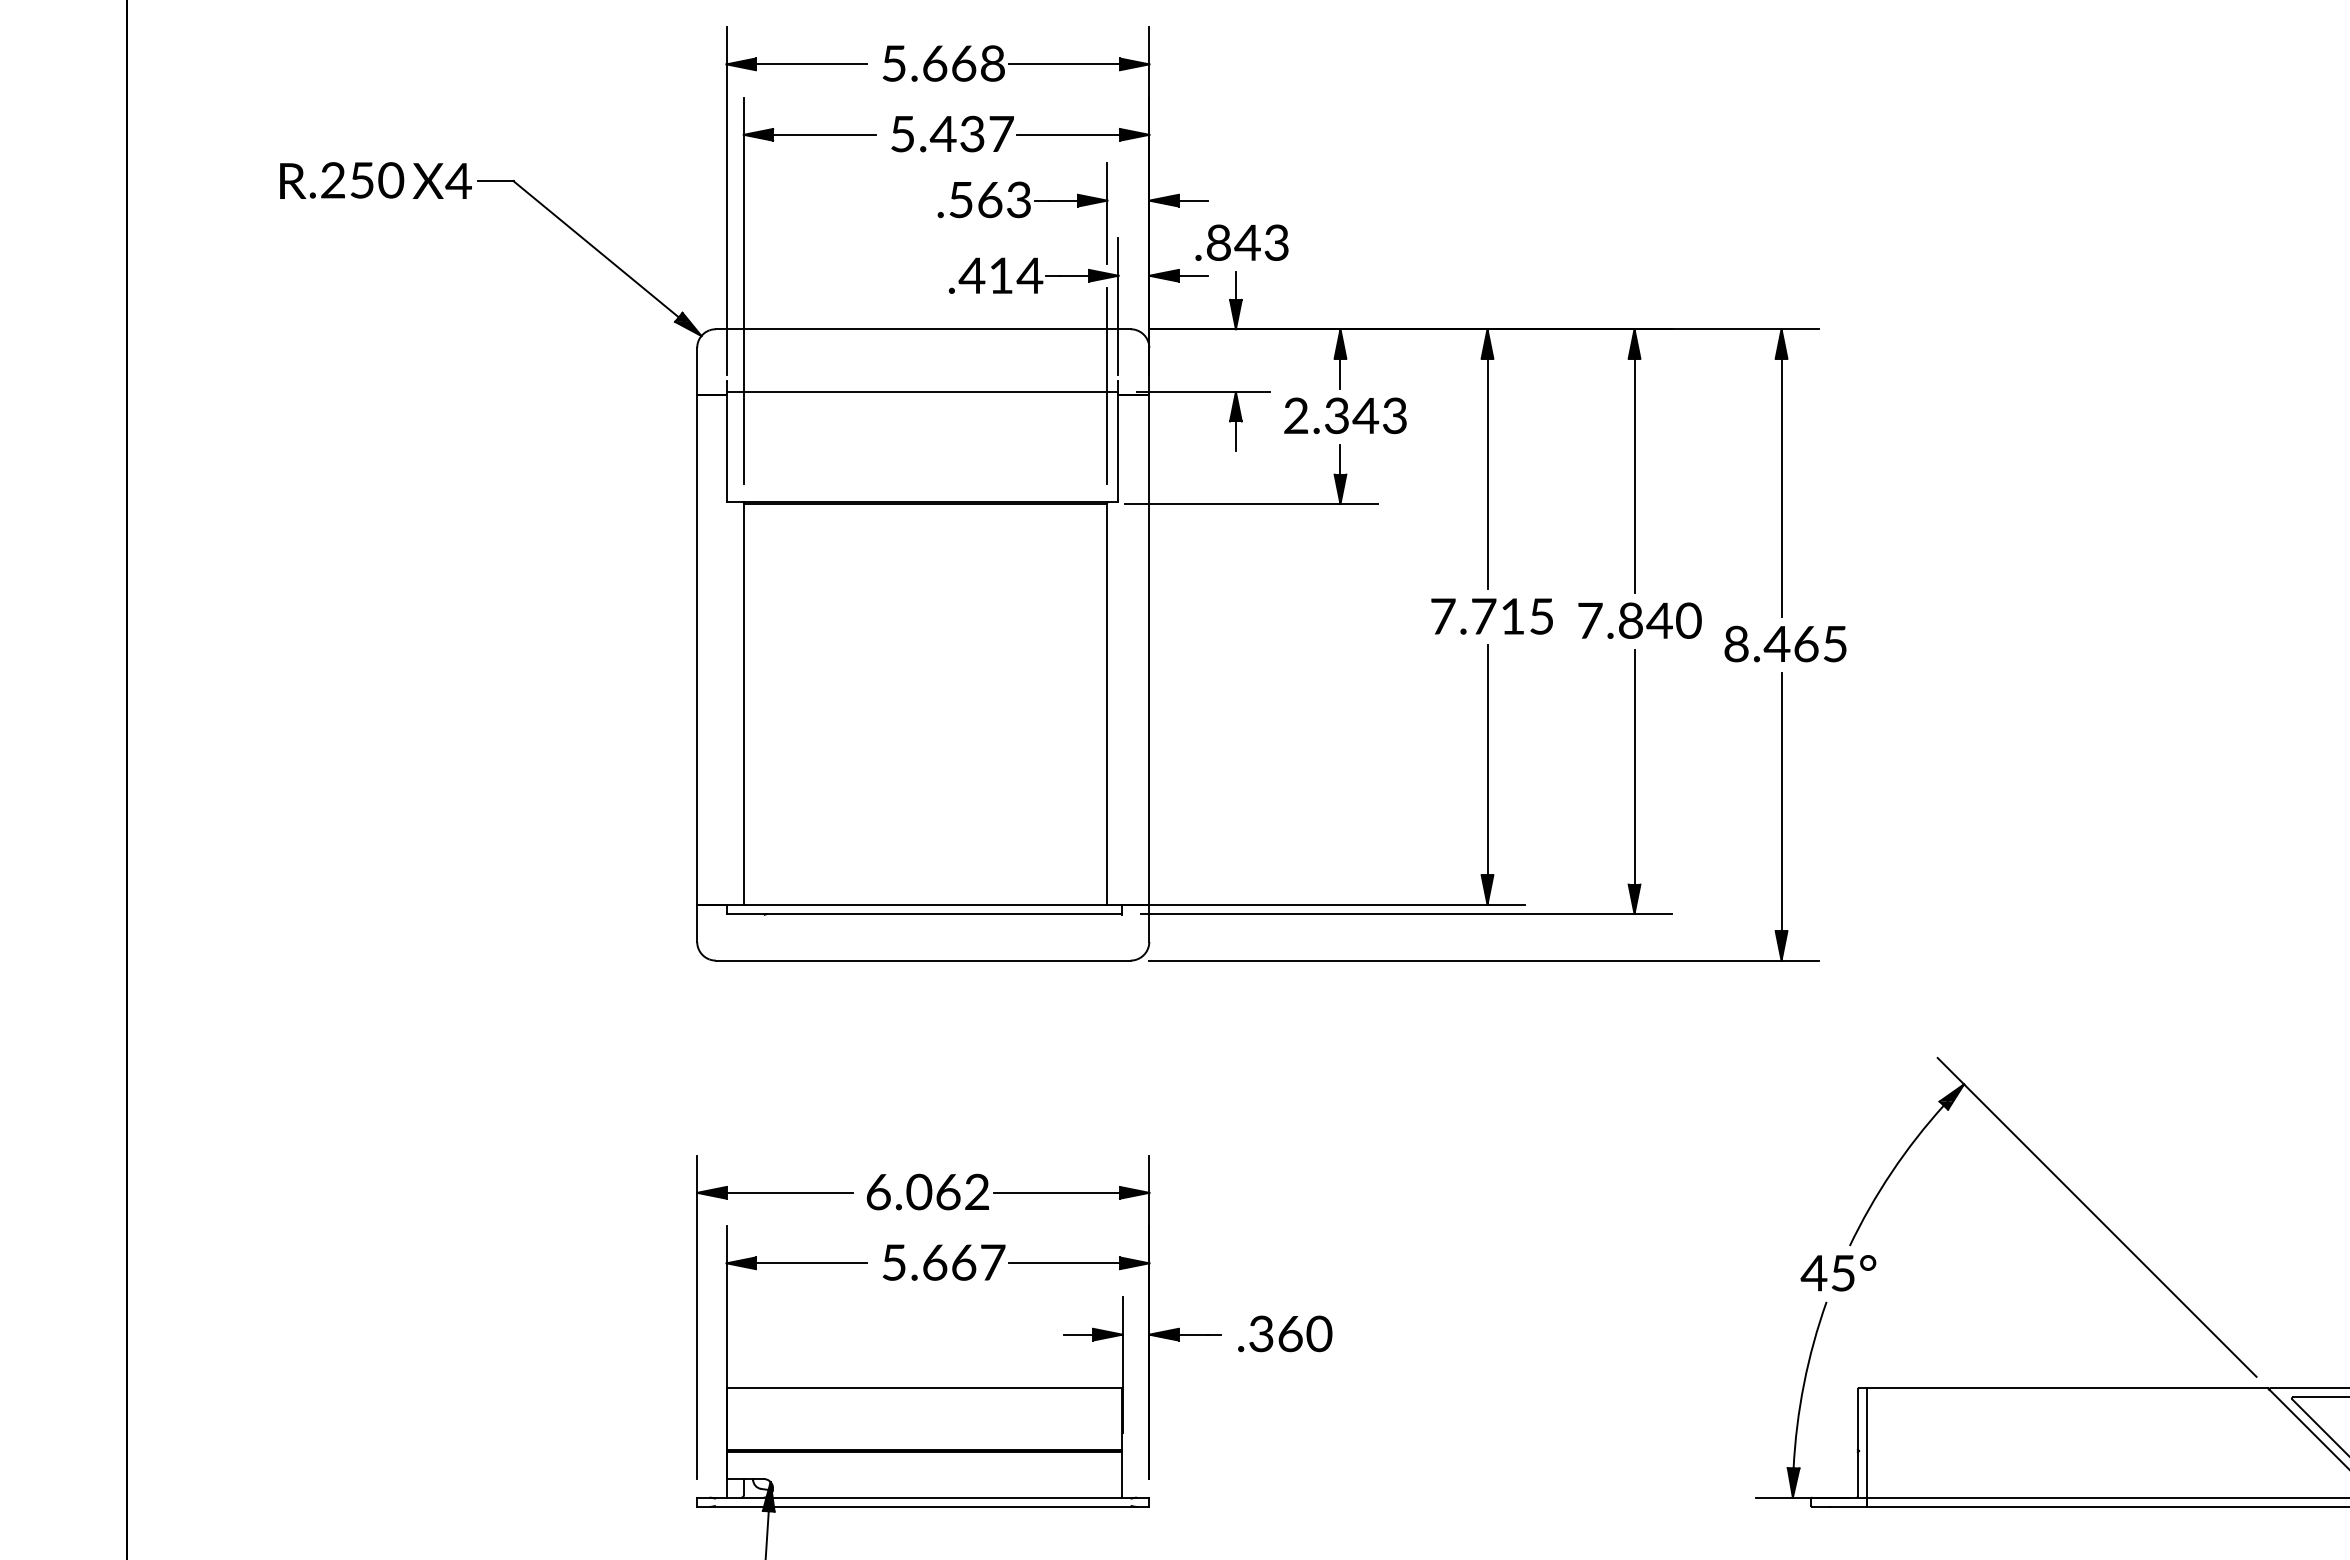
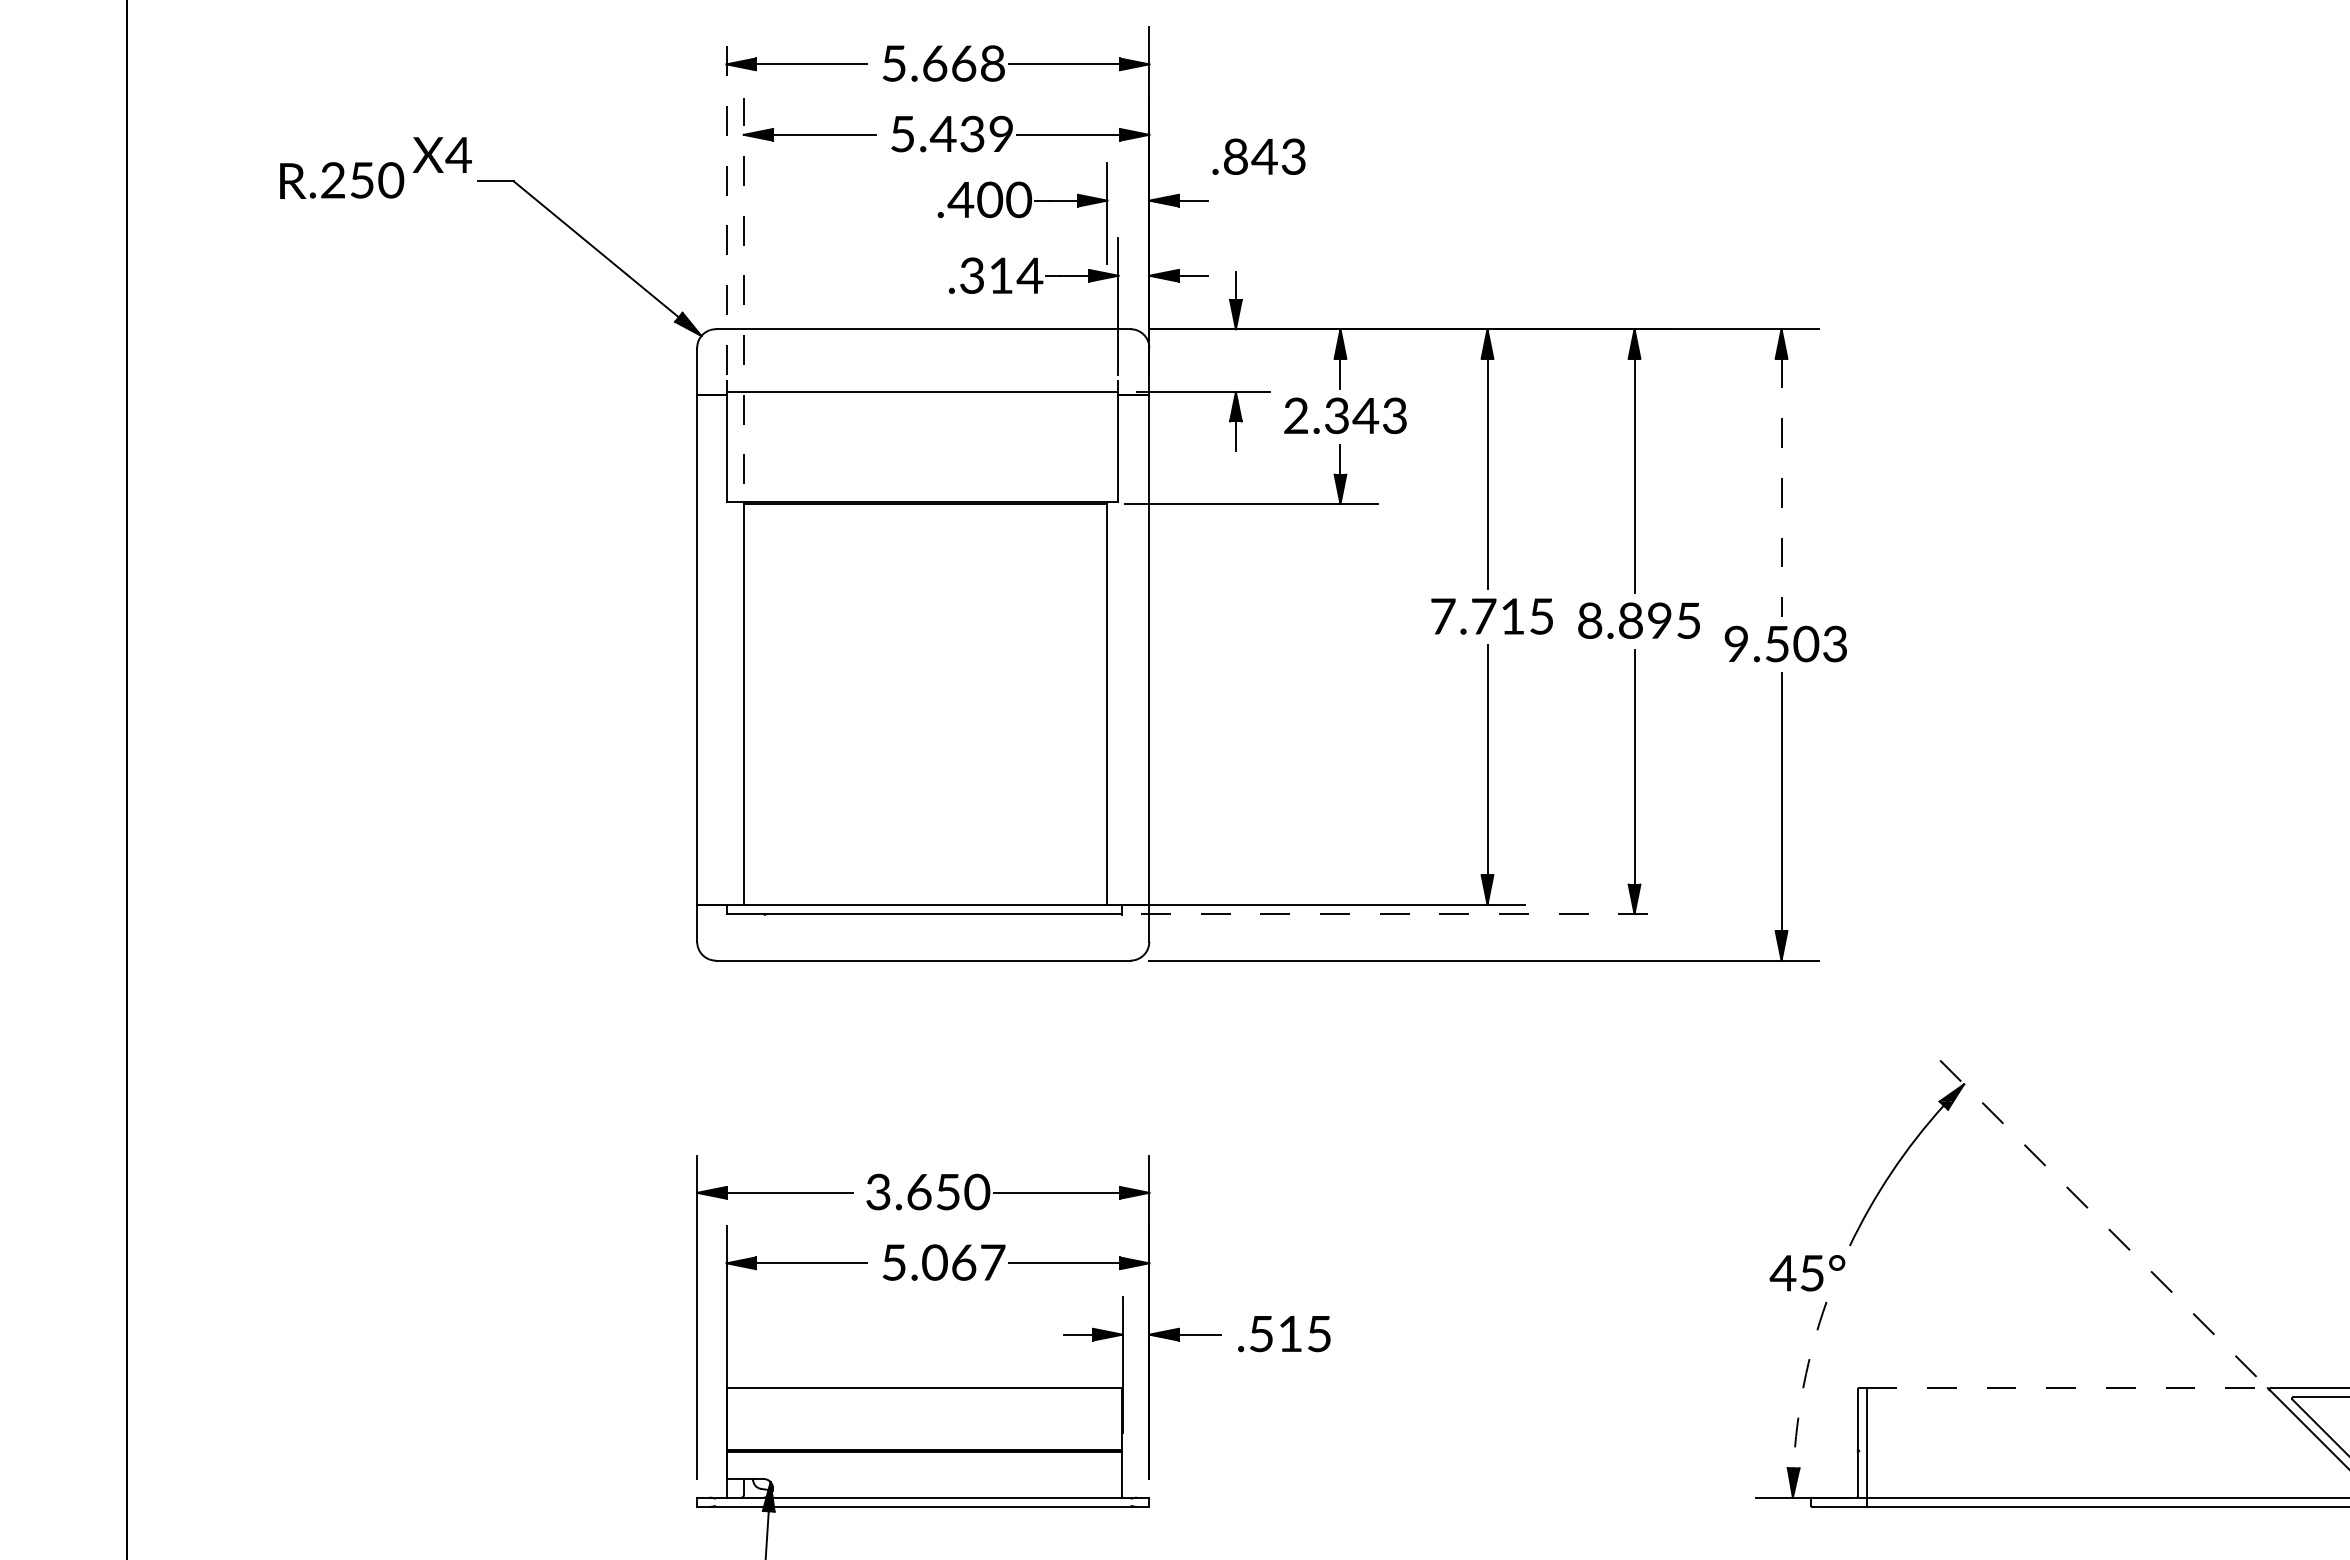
text at (1001, 133): 5.437 -> 5.439
text at (442, 180) position: (442, 180) -> (442, 154)
text at (989, 199): .563 -> .400
line at (726, 200): solid -> dashed
text at (1241, 242) position: (1241, 242) -> (1258, 156)
text at (971, 275): .414 -> .314
line at (743, 290): solid -> dashed
line at (1107, 385): present -> none
line at (1781, 488): solid -> dashed
text at (1639, 620): 7.840 -> 8.895
text at (1785, 643): 8.465 -> 9.503
line at (1406, 913): solid -> dashed
text at (928, 1191): 6.062 -> 3.650
line at (2096, 1217): solid -> dashed
text at (934, 1262): 5.667 -> 5.067
text at (1838, 1273) position: (1838, 1273) -> (1807, 1273)
text at (1290, 1333): .360 -> .515
arc at (1804, 1383): solid -> dashed
line at (2068, 1388): solid -> dashed
